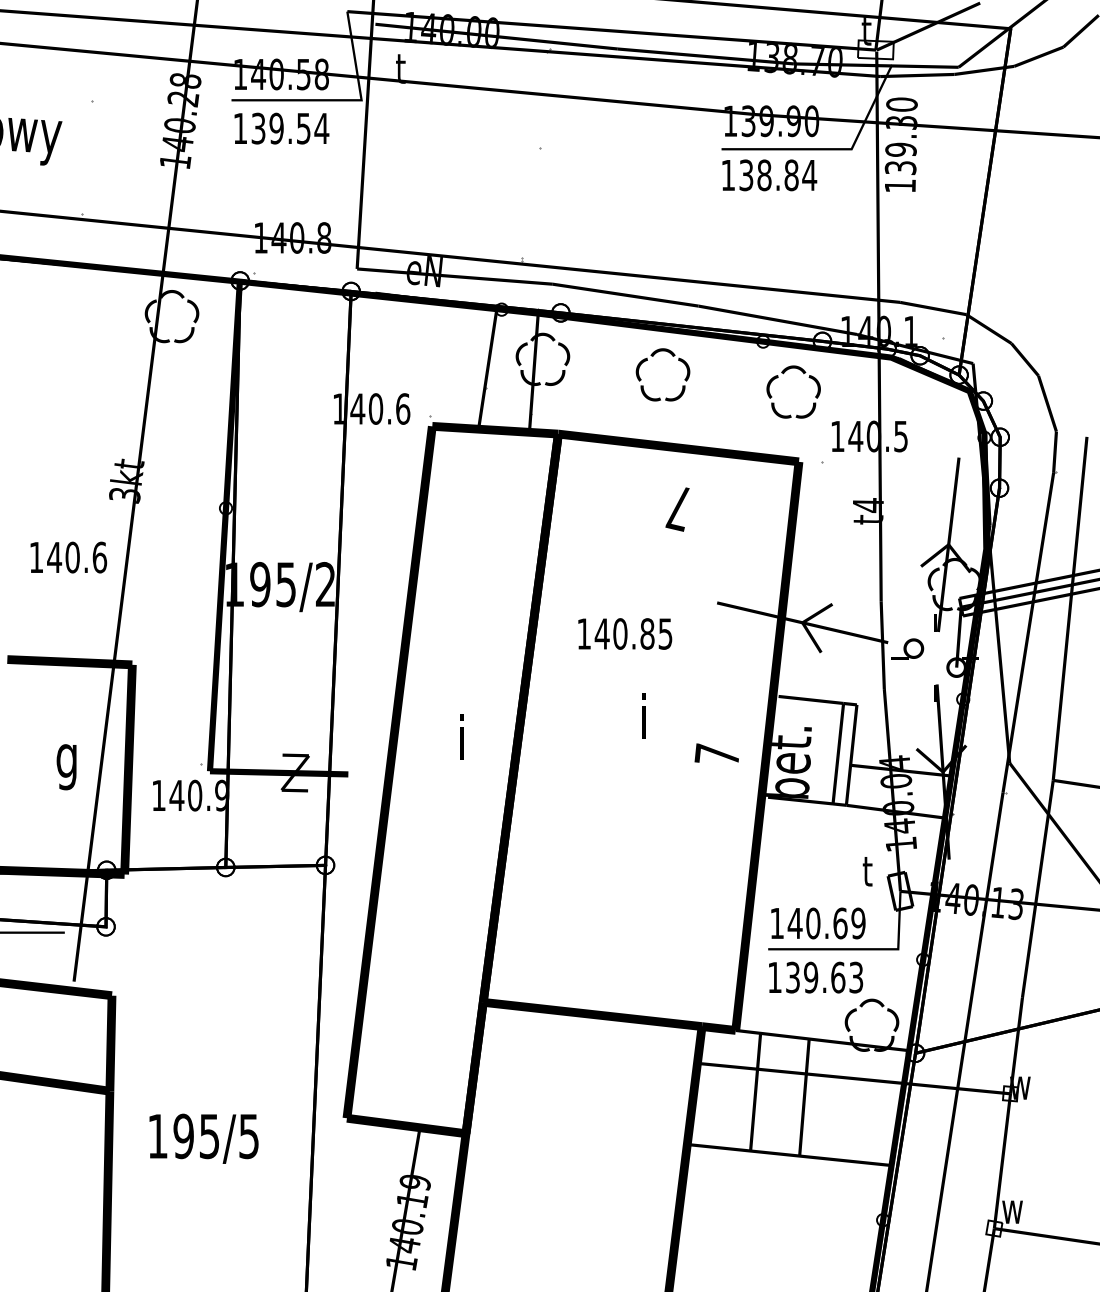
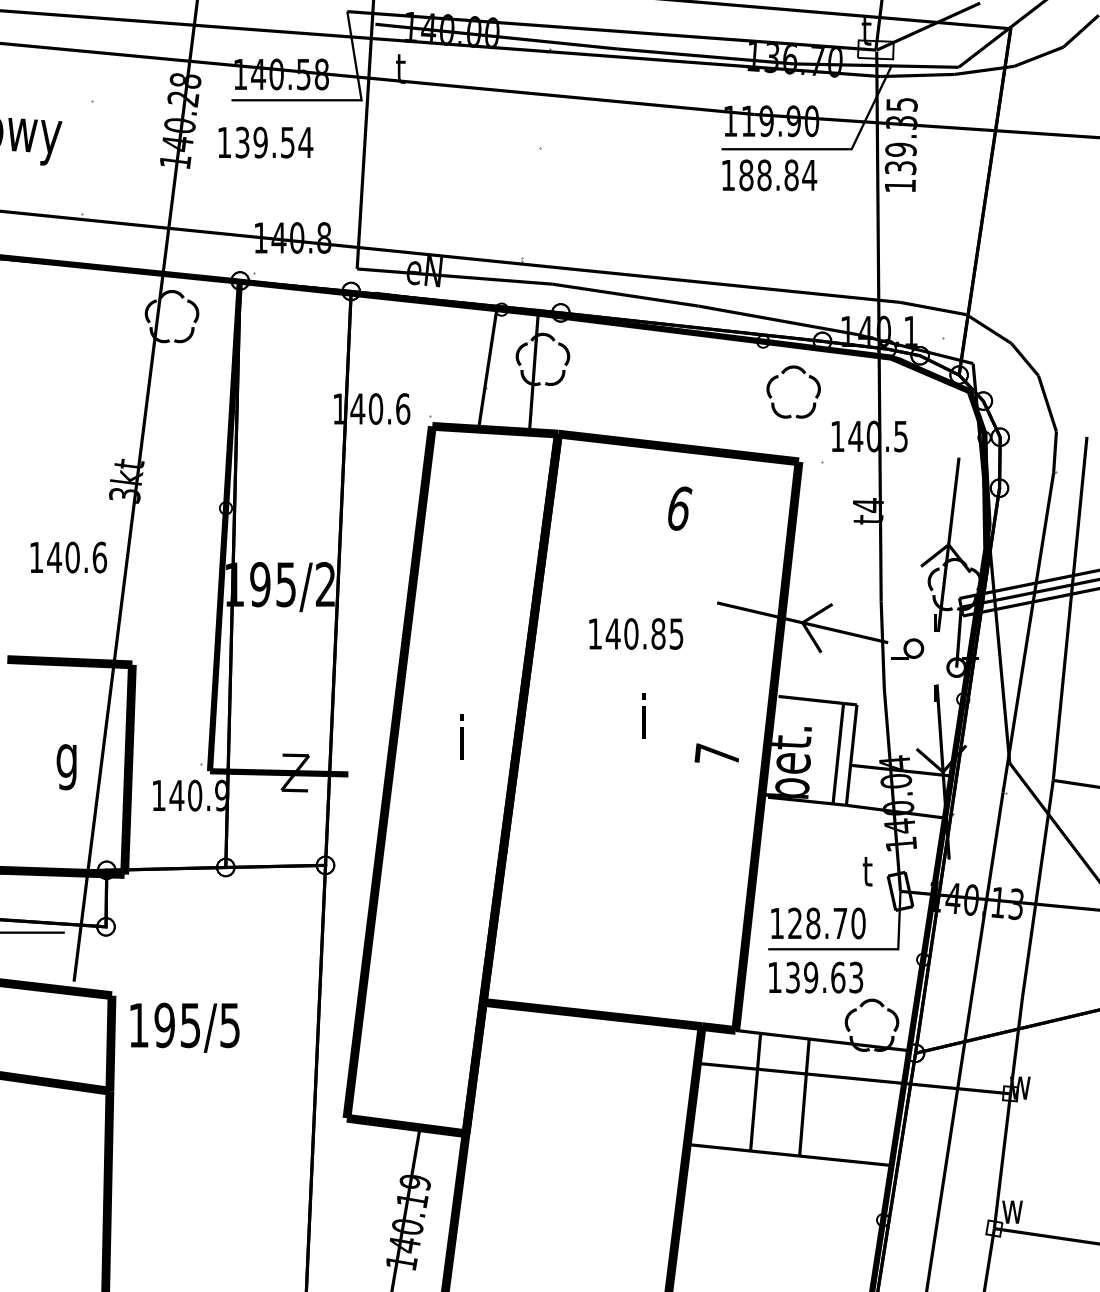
text at (789, 59): 138.70 -> 136.70
text at (901, 104): 139.30 -> 139.35
text at (748, 121): 139.90 -> 119.90
text at (281, 128) position: (281, 128) -> (265, 142)
text at (746, 175): 138.84 -> 188.84
part at (653, 356): present -> none
text at (678, 508): 7 -> 9
text at (625, 633) position: (625, 633) -> (636, 633)
text at (826, 923): 140.69 -> 128.70
text at (203, 1138) position: (203, 1138) -> (184, 1027)
